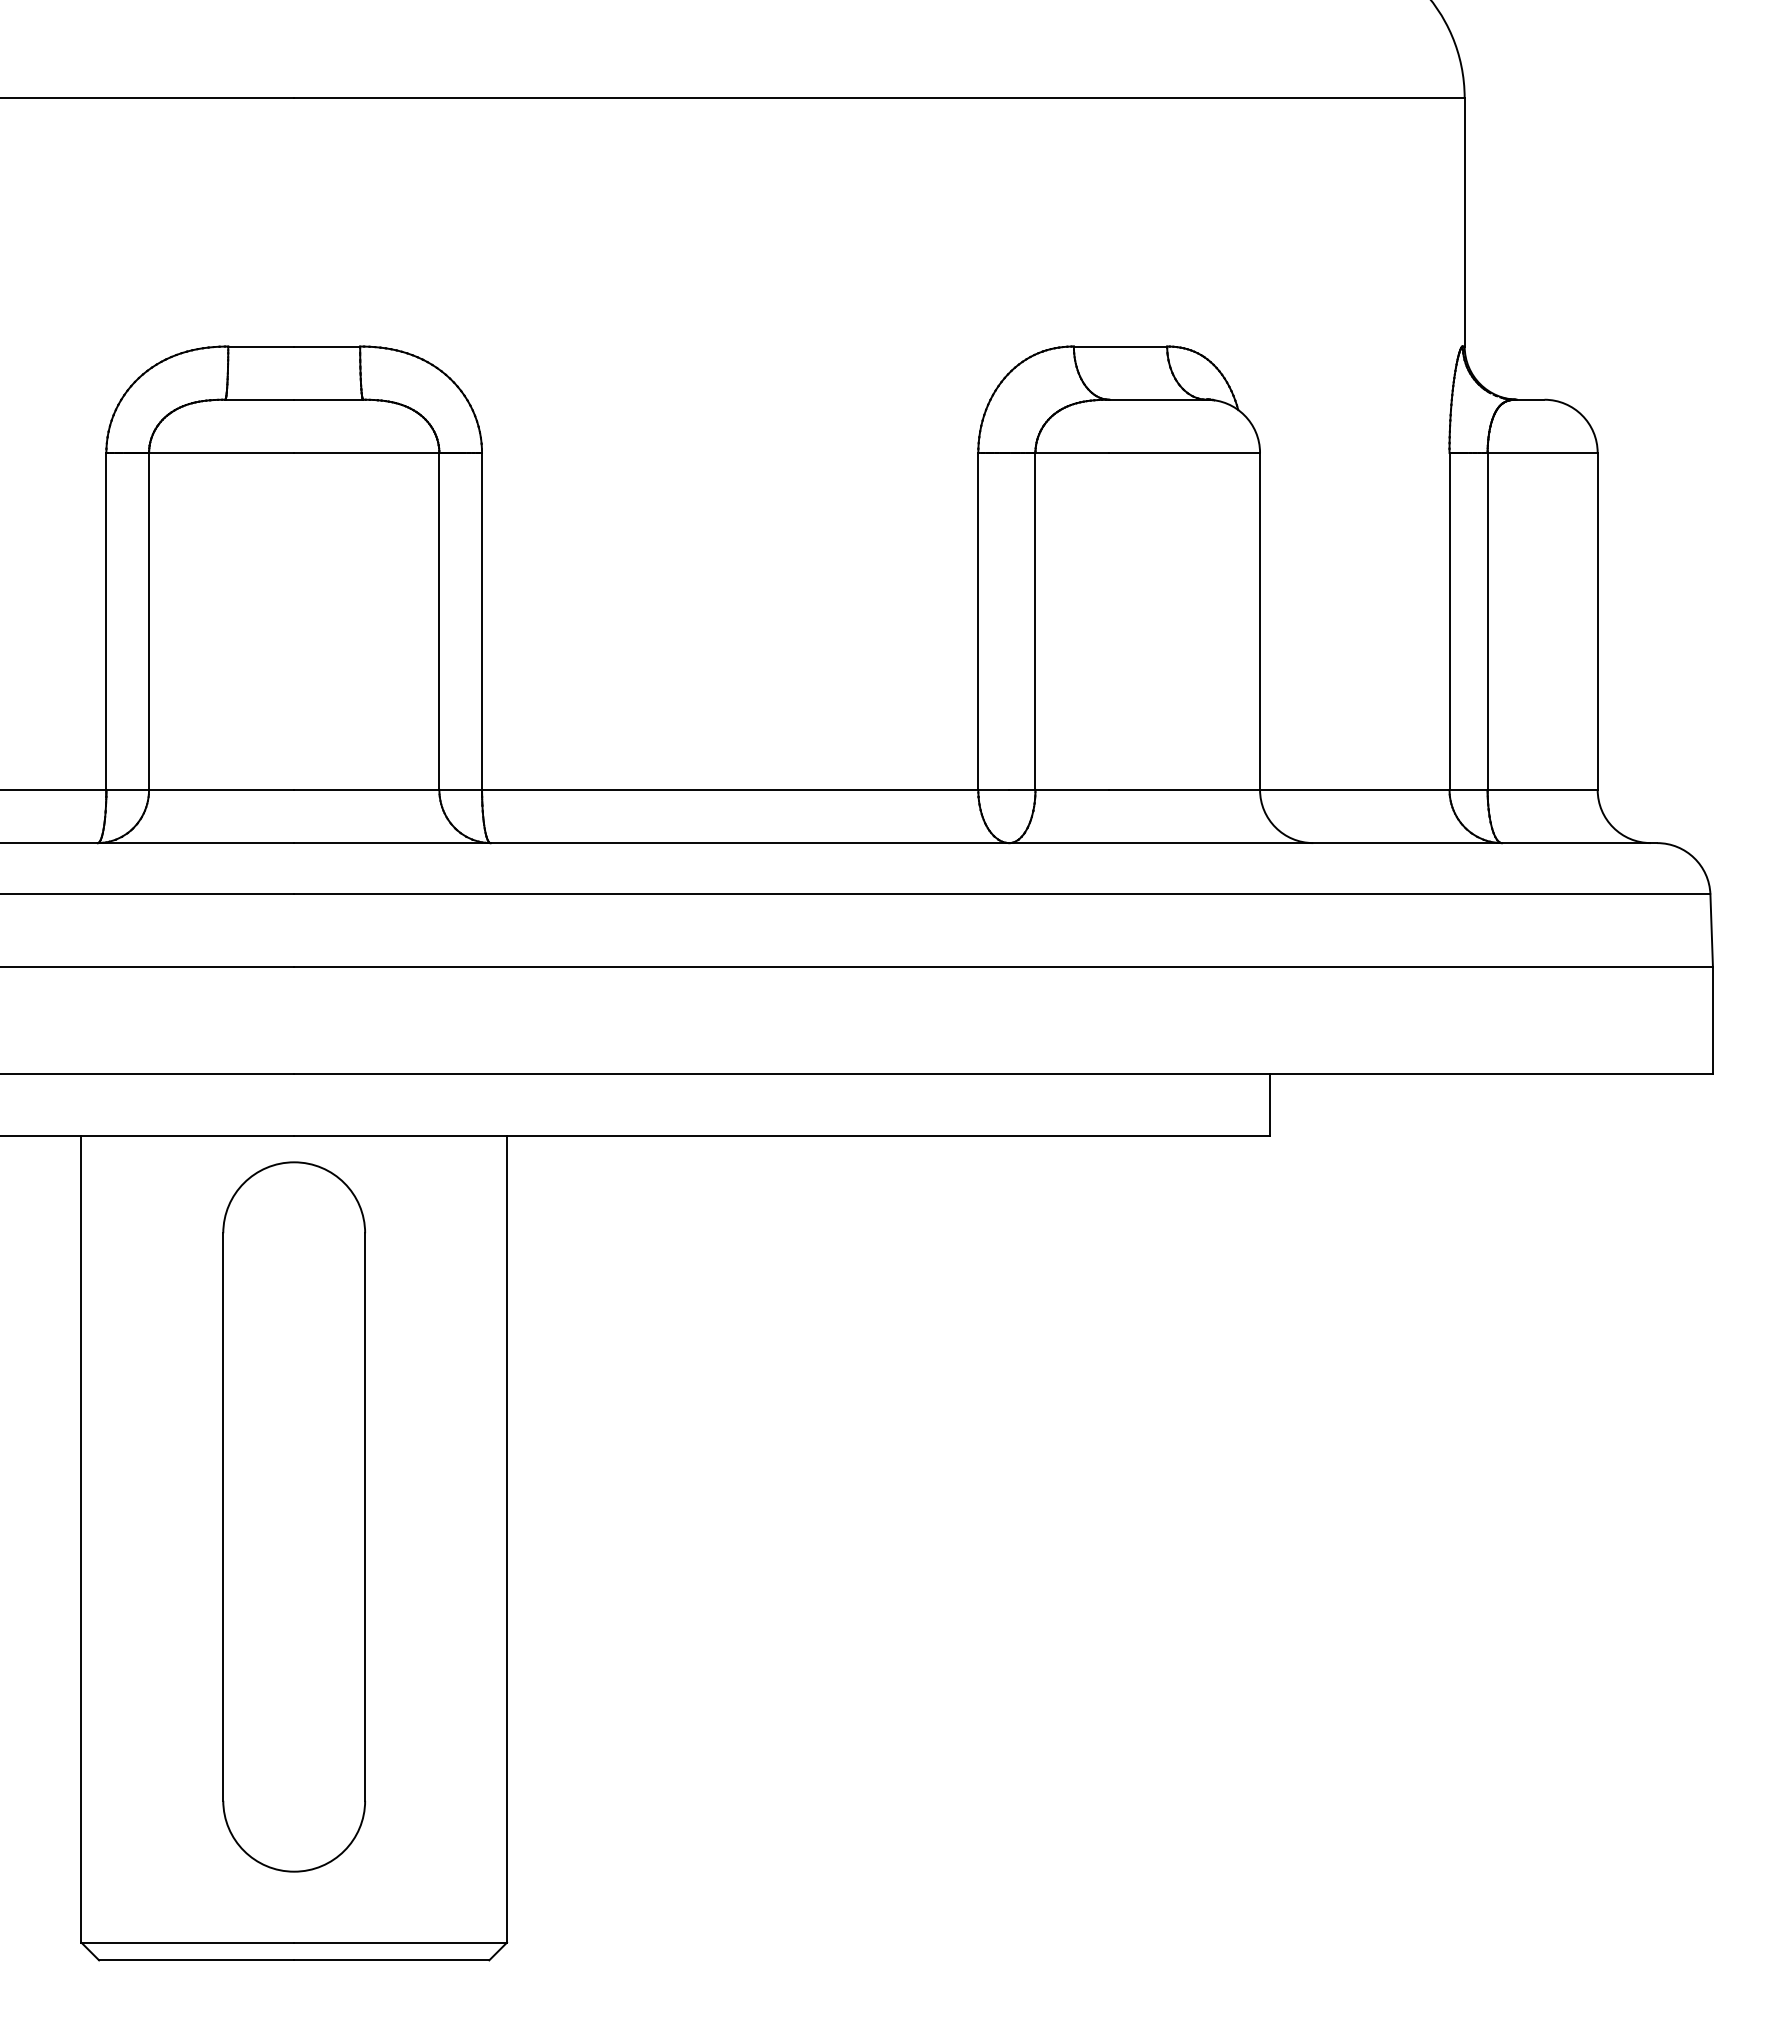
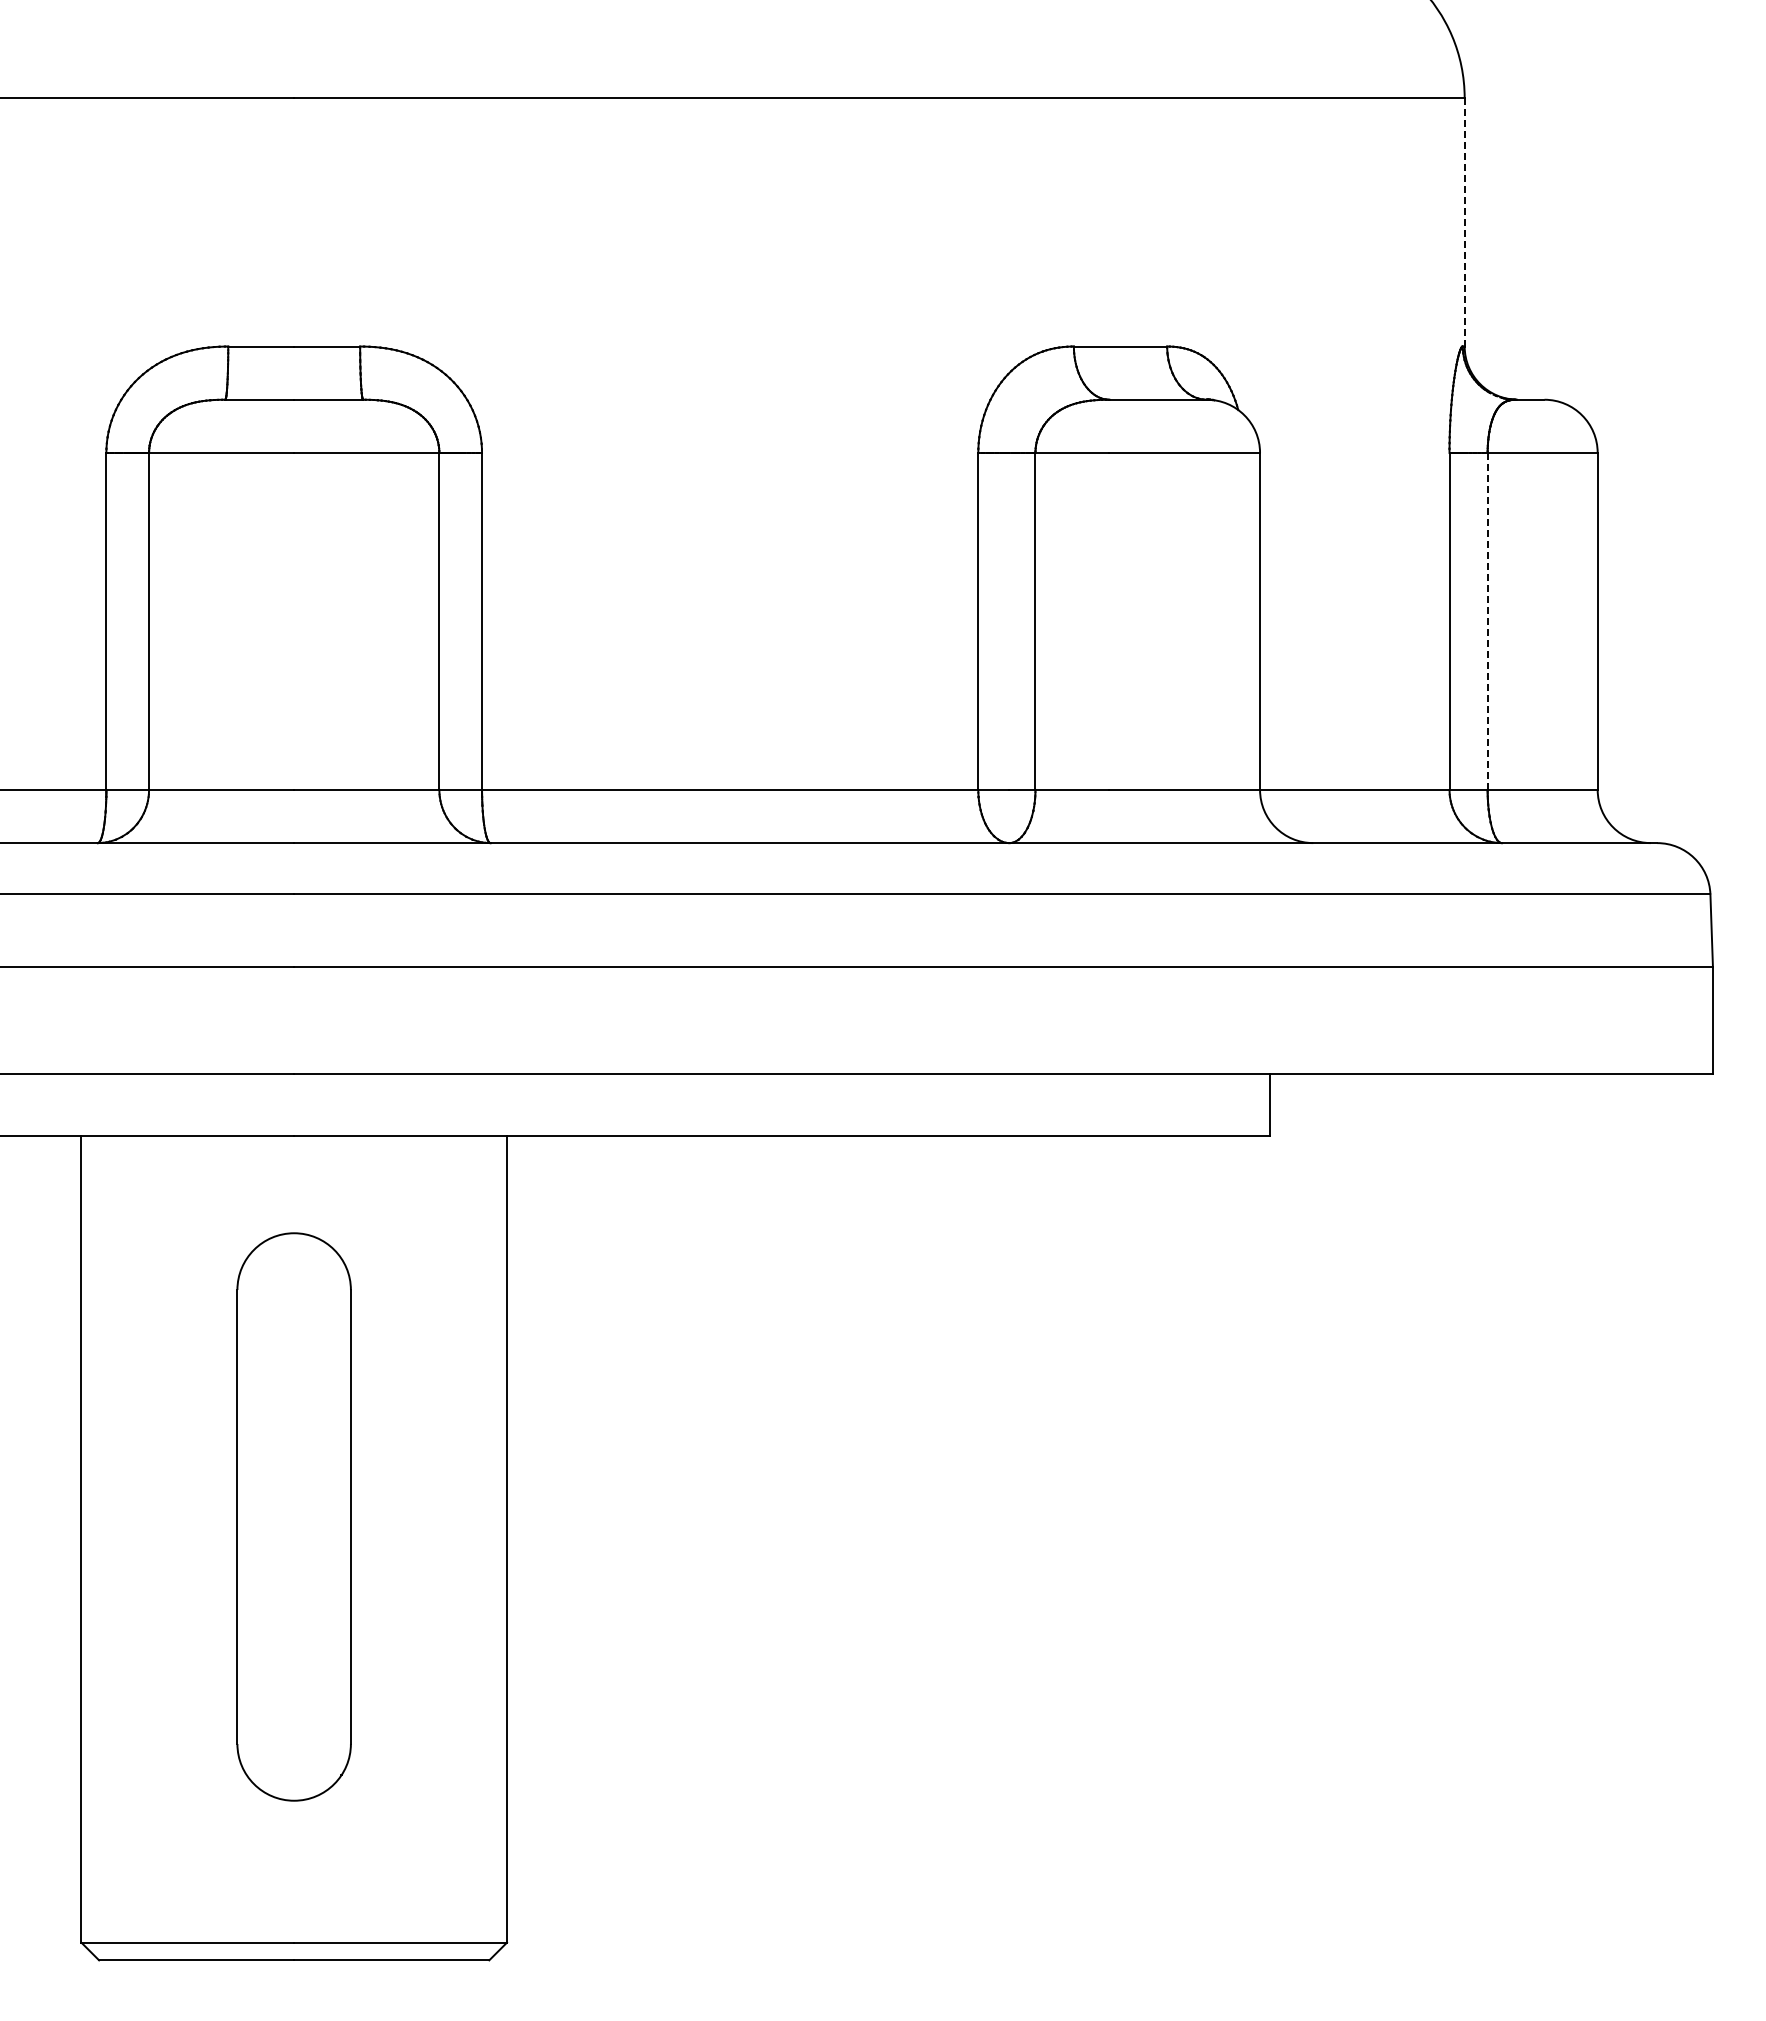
line at (1464, 222): solid -> dashed
line at (1487, 621): solid -> dashed
part at (293, 1516) size: 144x712 px -> 116x570 px
